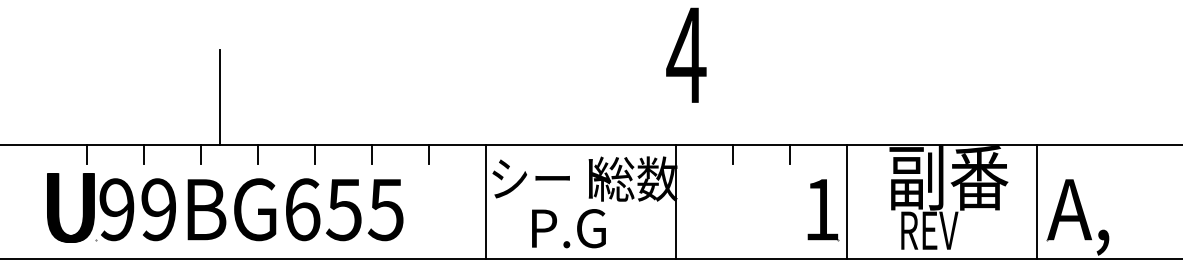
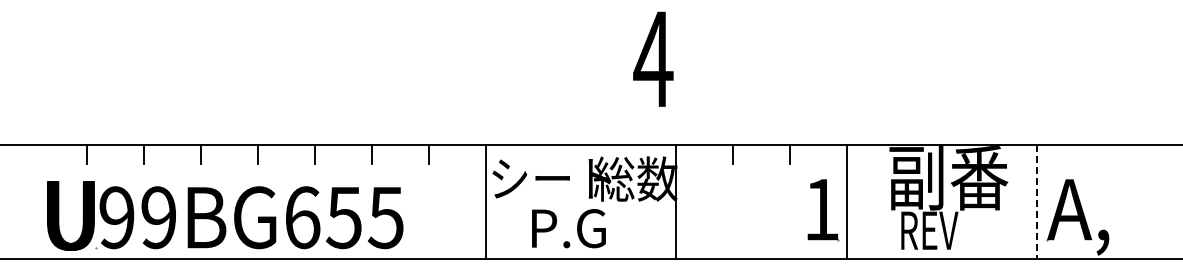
text at (686, 54) position: (686, 54) -> (653, 58)
line at (219, 97): present -> none
line at (1037, 202): solid -> dashed
part at (225, 207) position: (225, 207) -> (225, 215)
